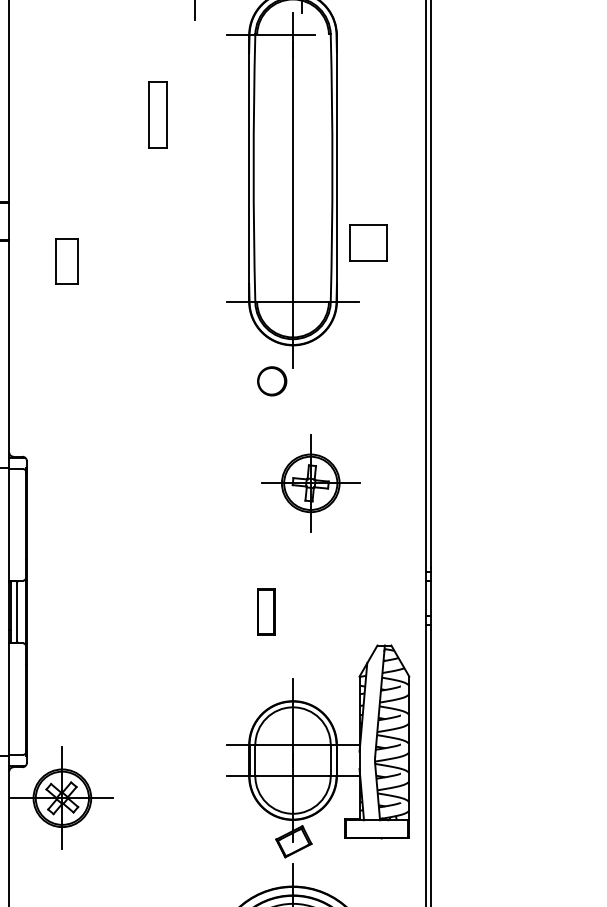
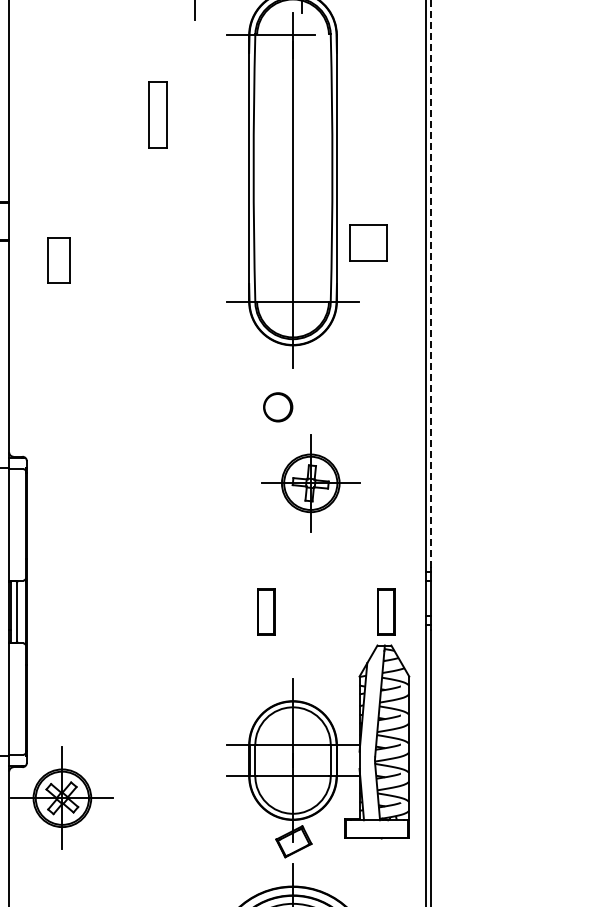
part at (66, 261) position: (66, 261) -> (58, 260)
line at (430, 284): solid -> dashed
part at (272, 381) position: (272, 381) -> (278, 407)
part at (386, 611): none -> present
